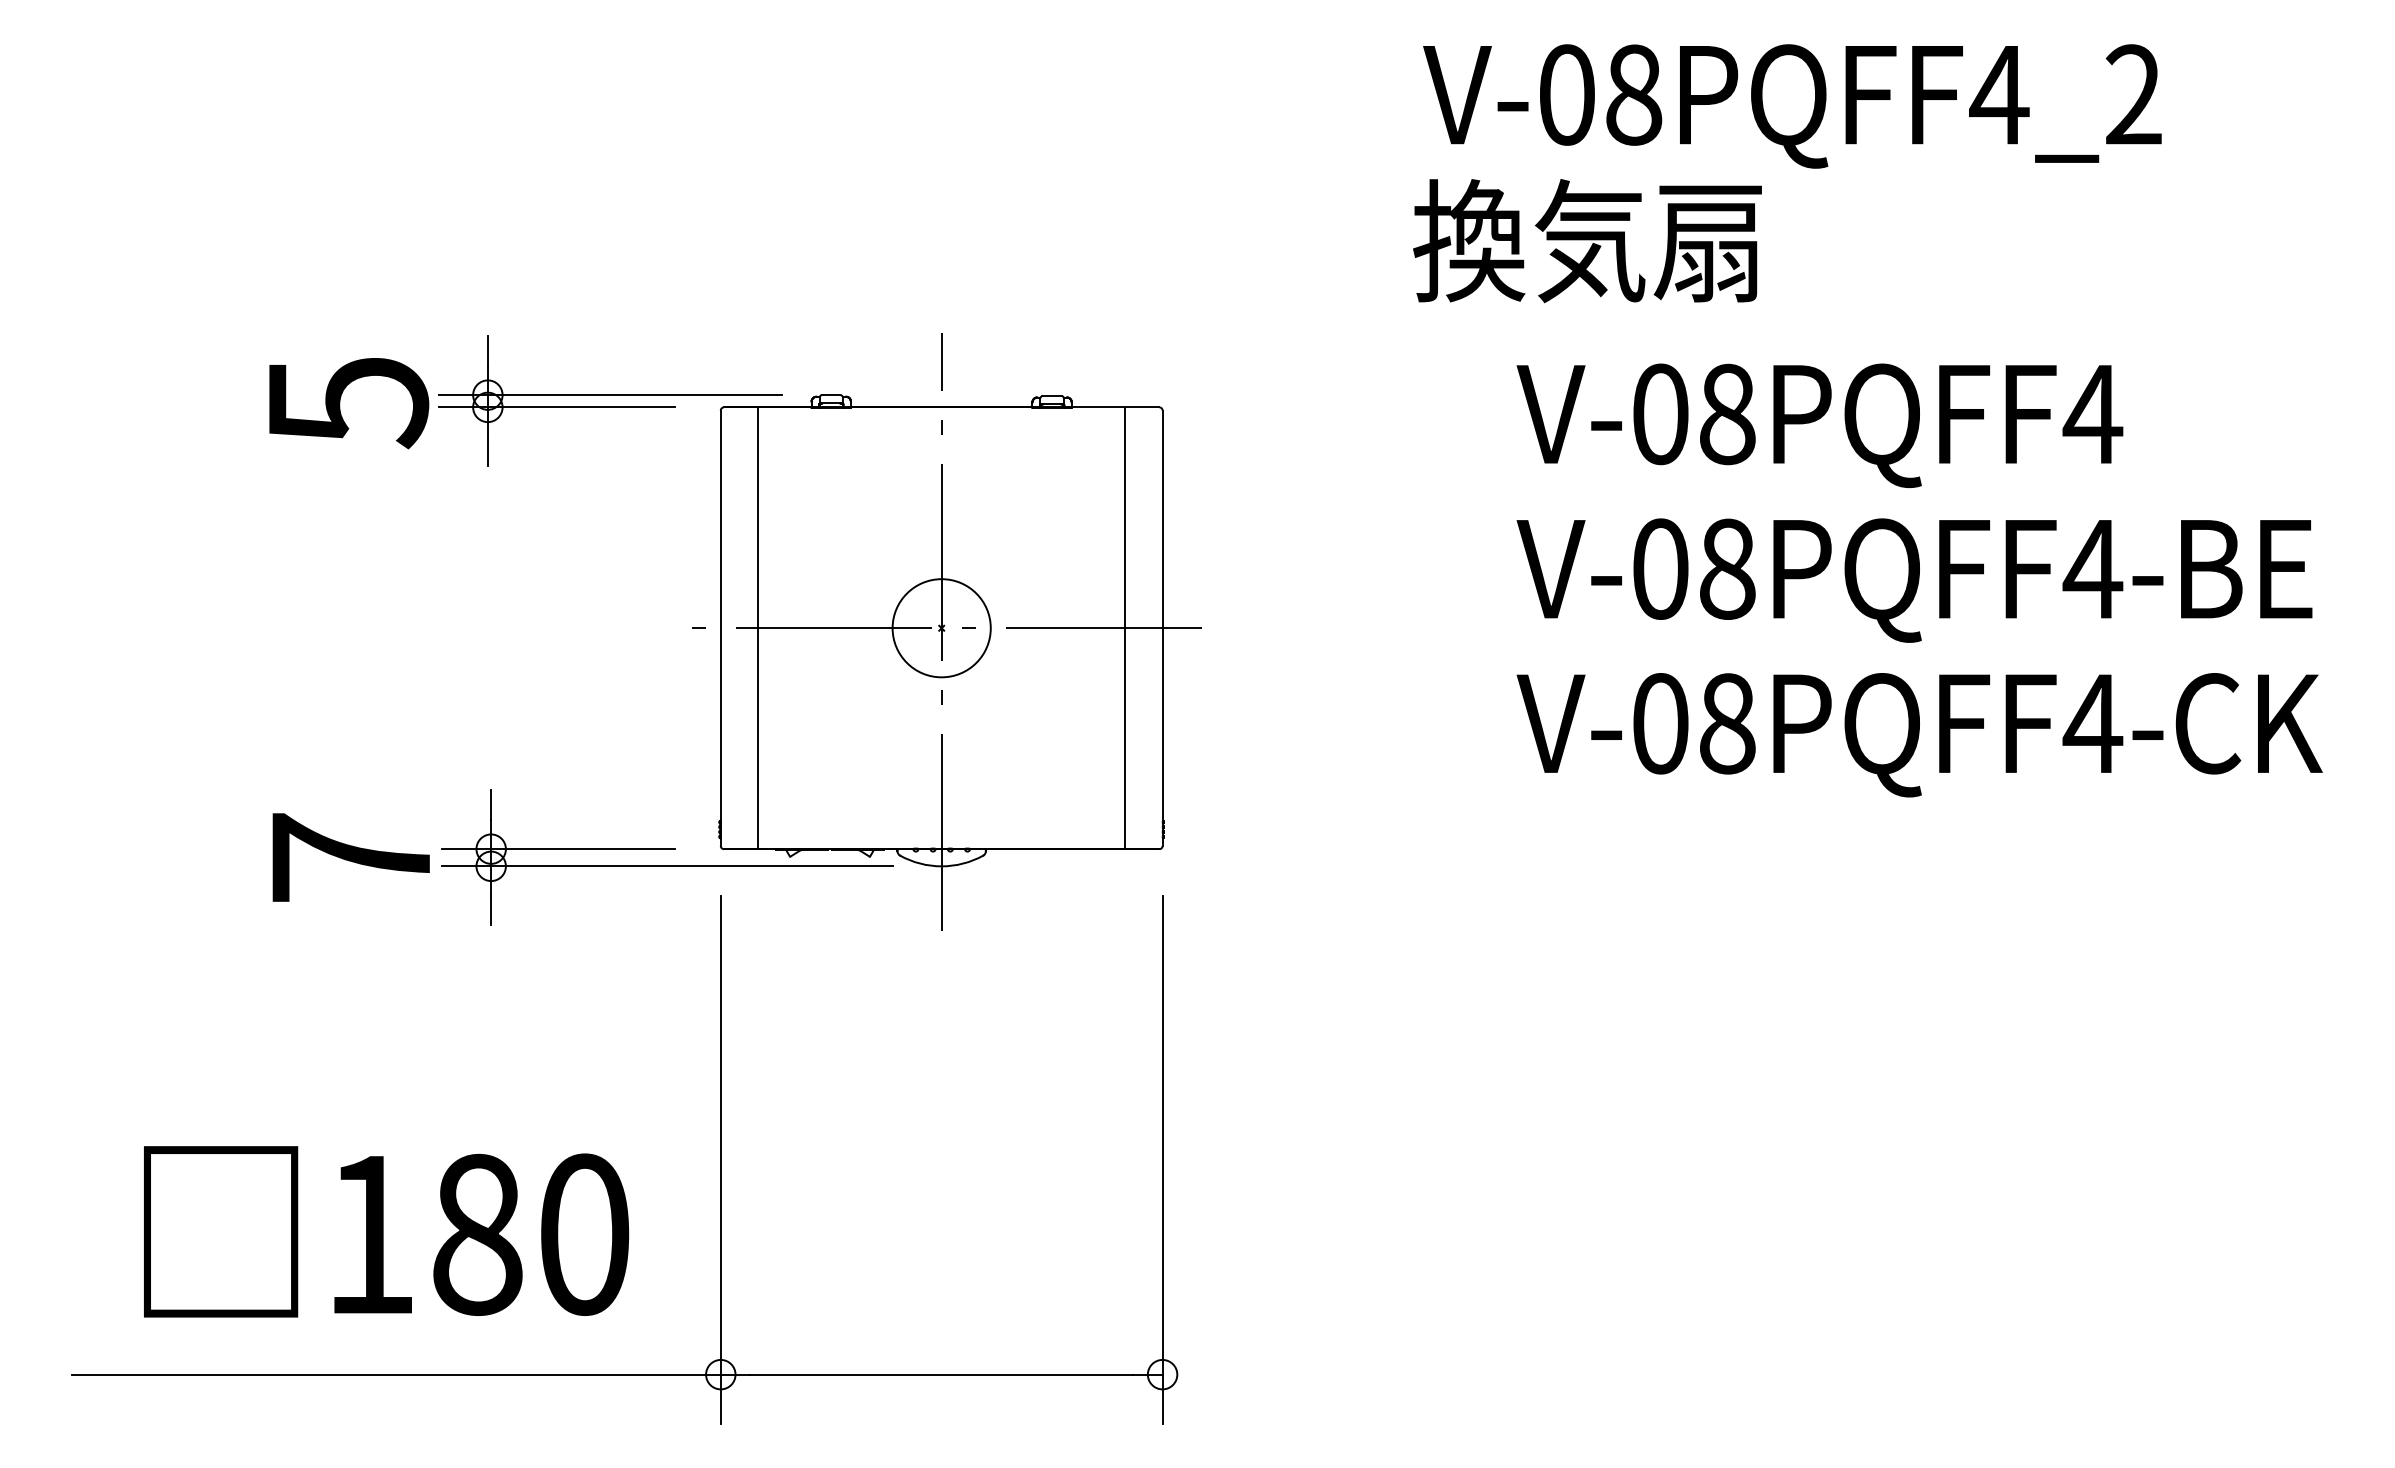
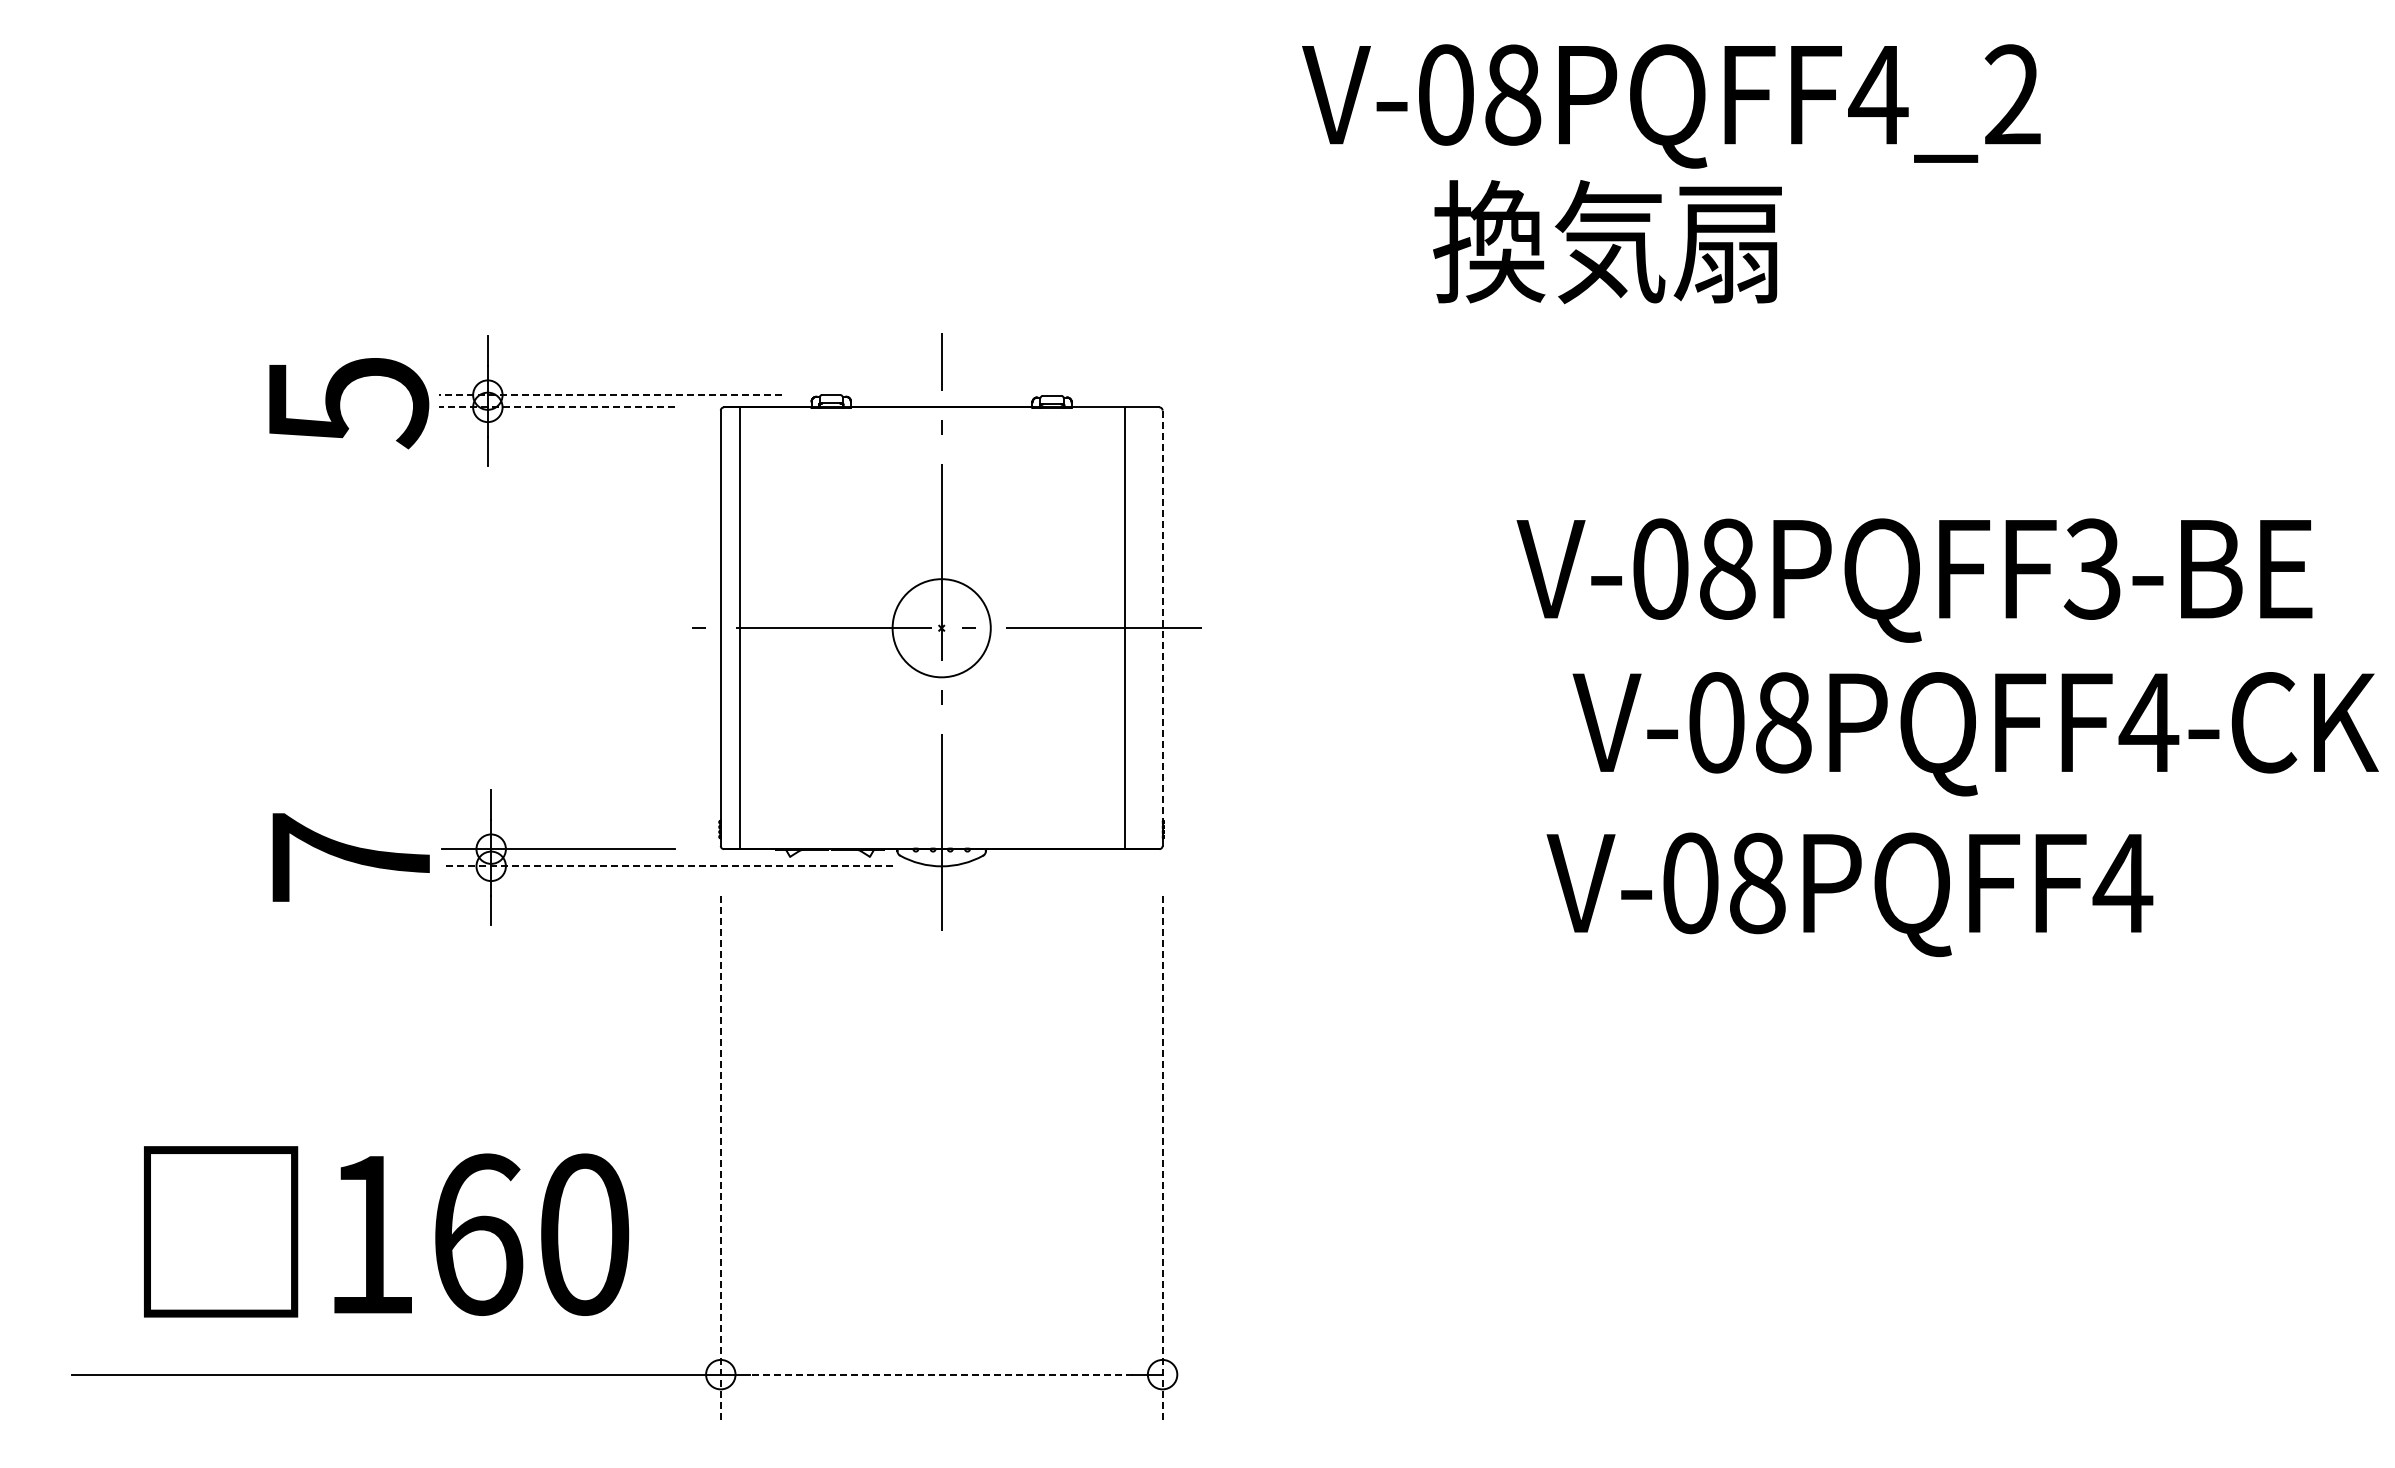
text at (1792, 106) position: (1792, 106) -> (1671, 106)
text at (1587, 241) position: (1587, 241) -> (1607, 242)
line at (610, 395): solid -> dashed
line at (556, 407): solid -> dashed
text at (1819, 425) position: (1819, 425) -> (1849, 894)
text at (2092, 568): V-08PQFF4-BE -> V-08PQFF3-BE
line at (1162, 616): solid -> dashed
line at (757, 628) position: (757, 628) -> (739, 628)
text at (1919, 735) position: (1919, 735) -> (1975, 734)
line at (666, 866): solid -> dashed
line at (720, 1160): solid -> dashed
line at (1162, 1160): solid -> dashed
text at (478, 1234): 180 -> 160
line at (941, 1374): solid -> dashed
